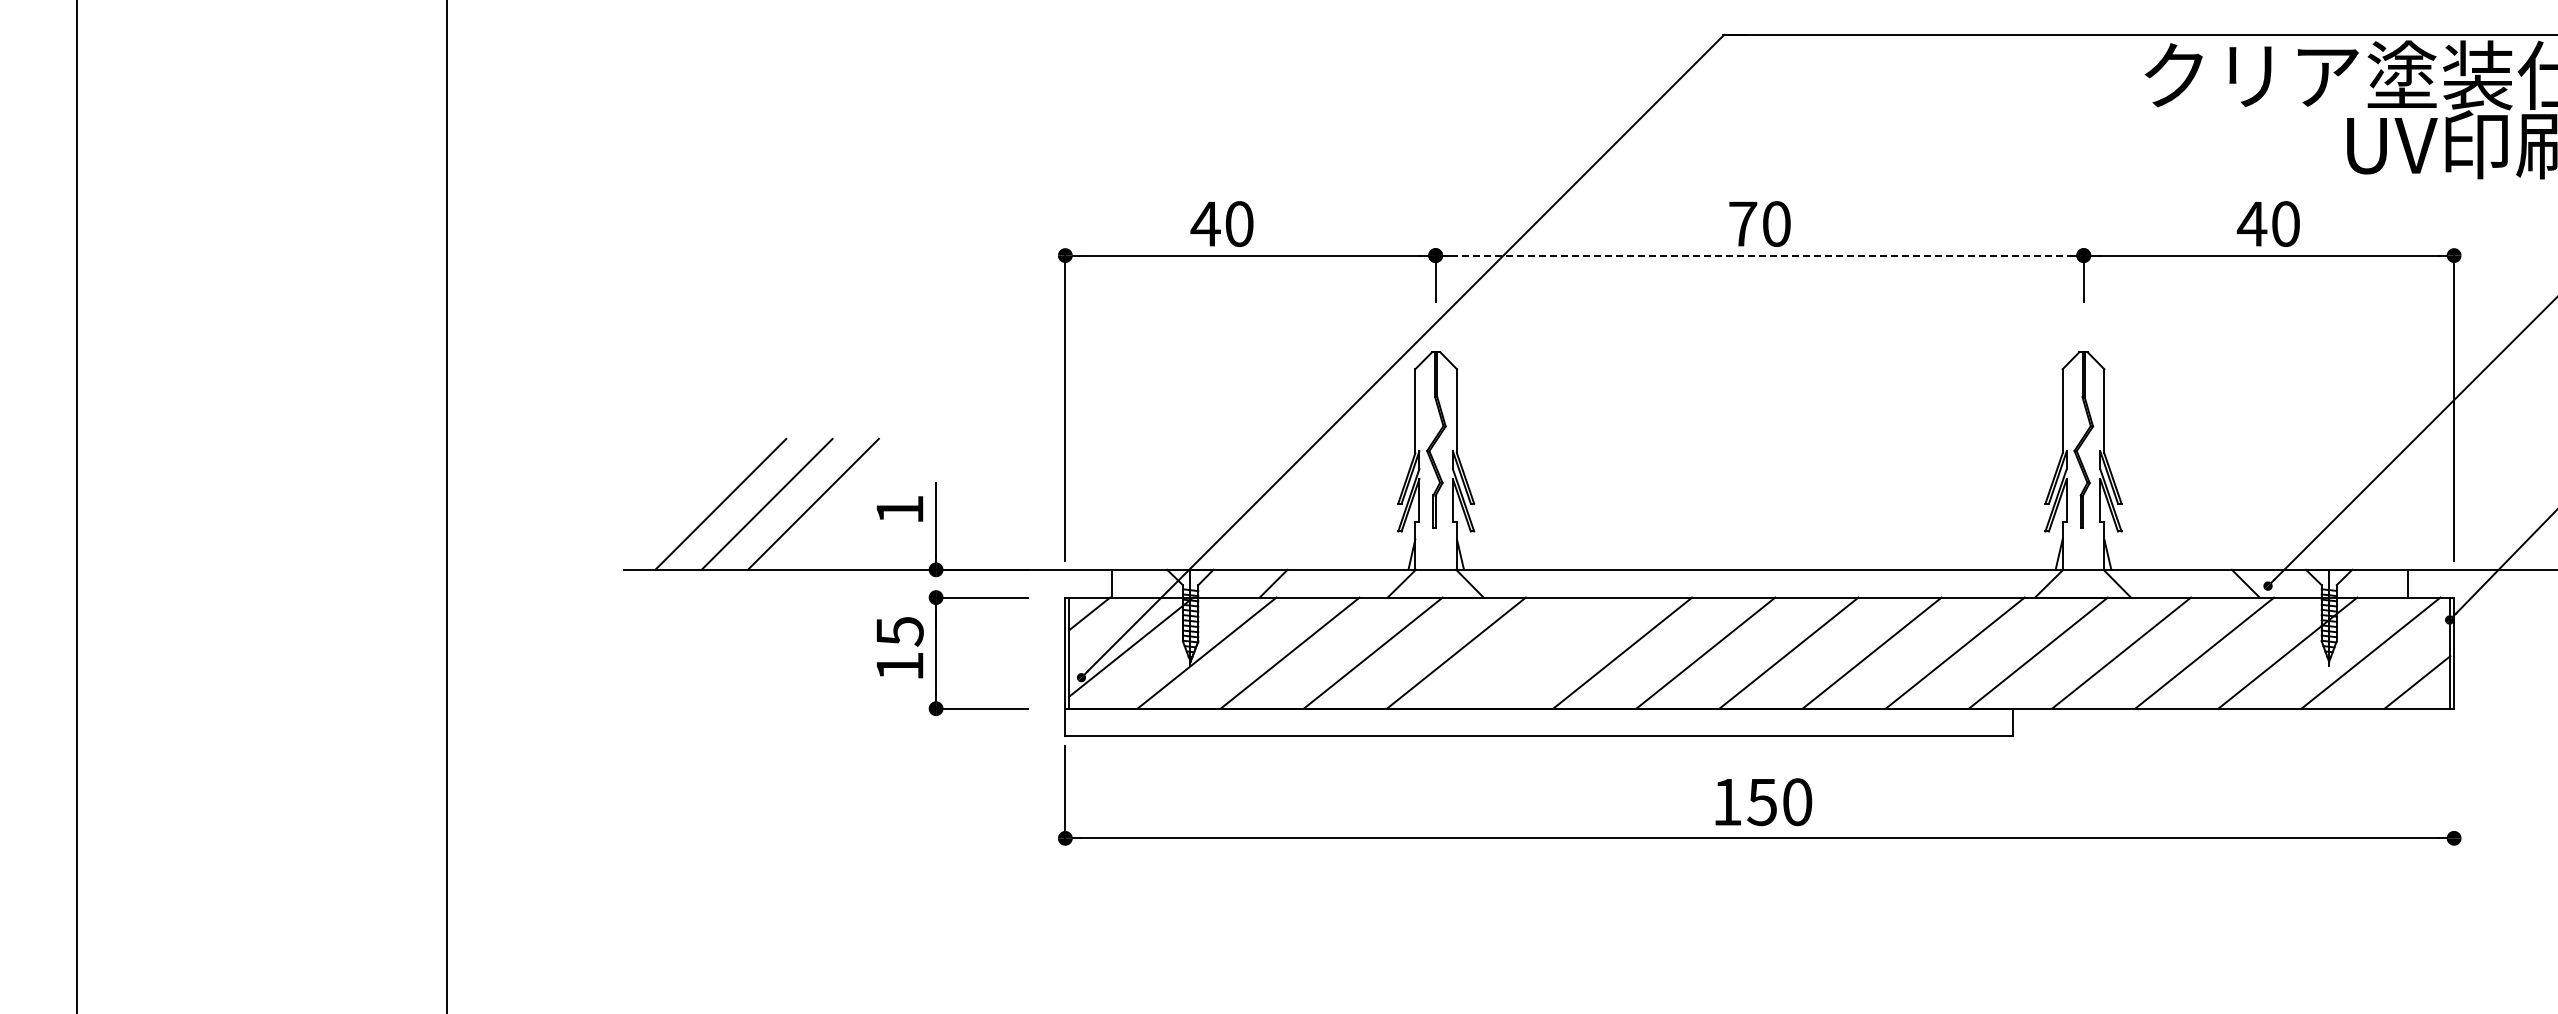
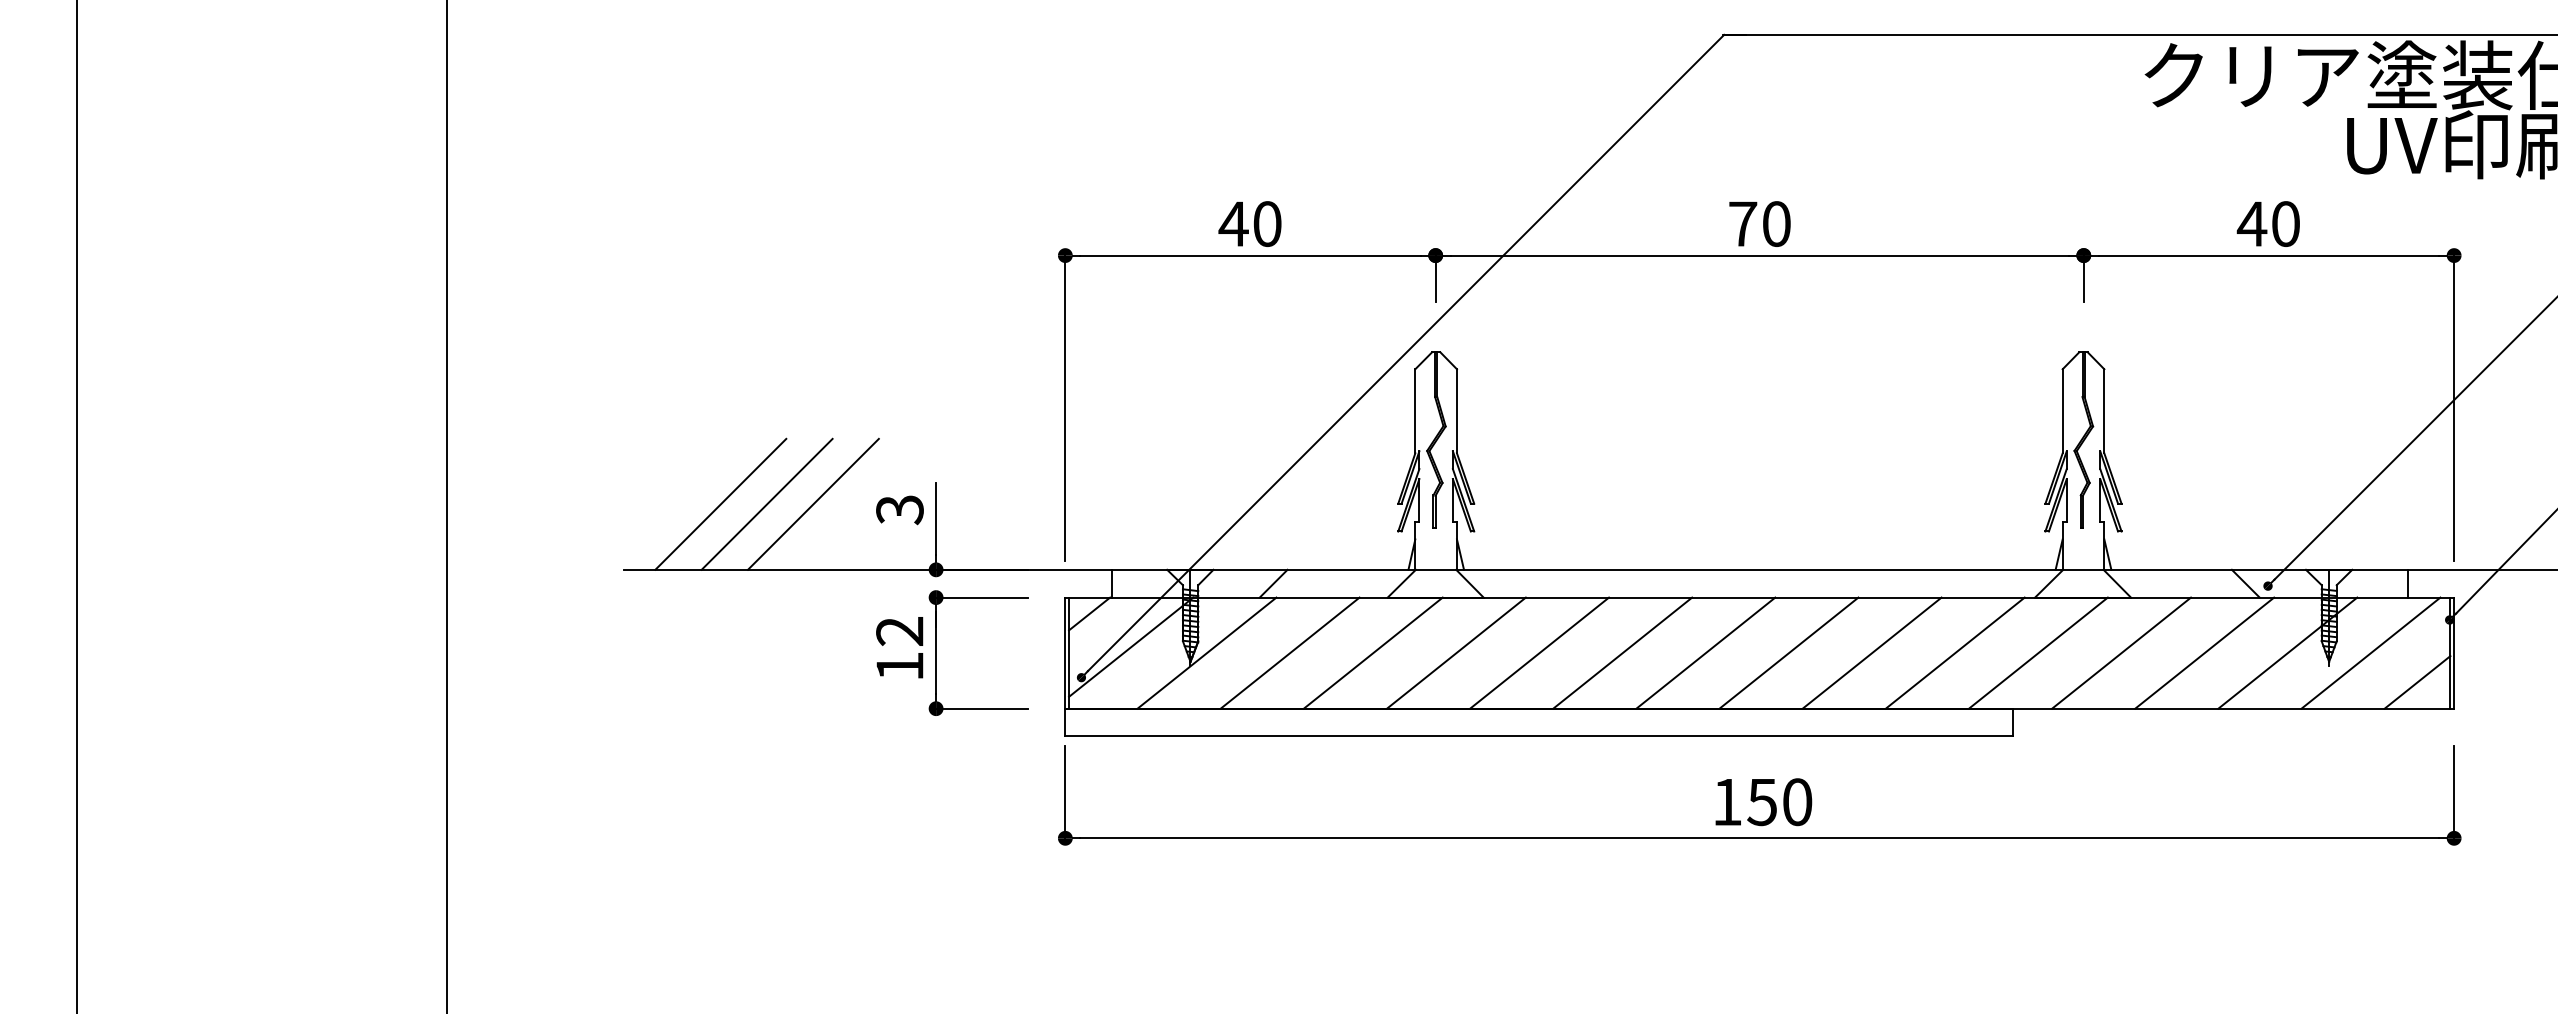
text at (1221, 223) position: (1221, 223) -> (1249, 223)
line at (1760, 255): dashed -> solid
text at (899, 510): 1 -> 3
text at (899, 631): 15 -> 12
line at (1539, 652): none -> present
line at (2454, 791): none -> present
